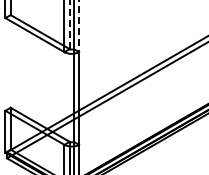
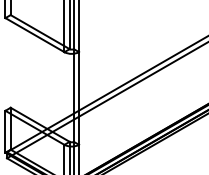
line at (69, 24): dashed -> solid
line at (79, 26): dashed -> solid
